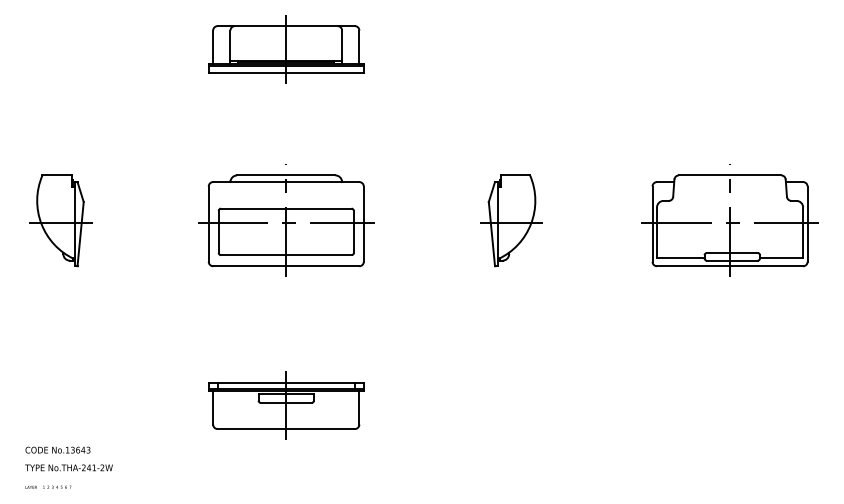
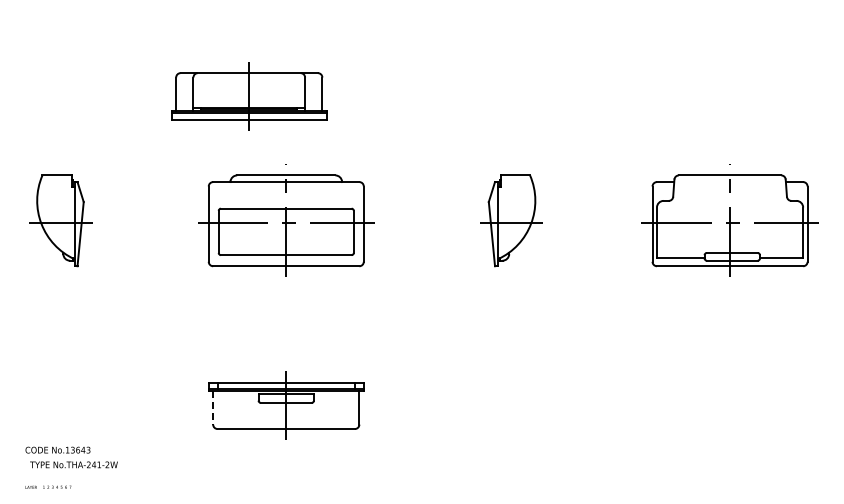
part at (286, 49) position: (286, 49) -> (249, 96)
line at (213, 407): solid -> dashed
text at (68, 467) position: (68, 467) -> (73, 464)
